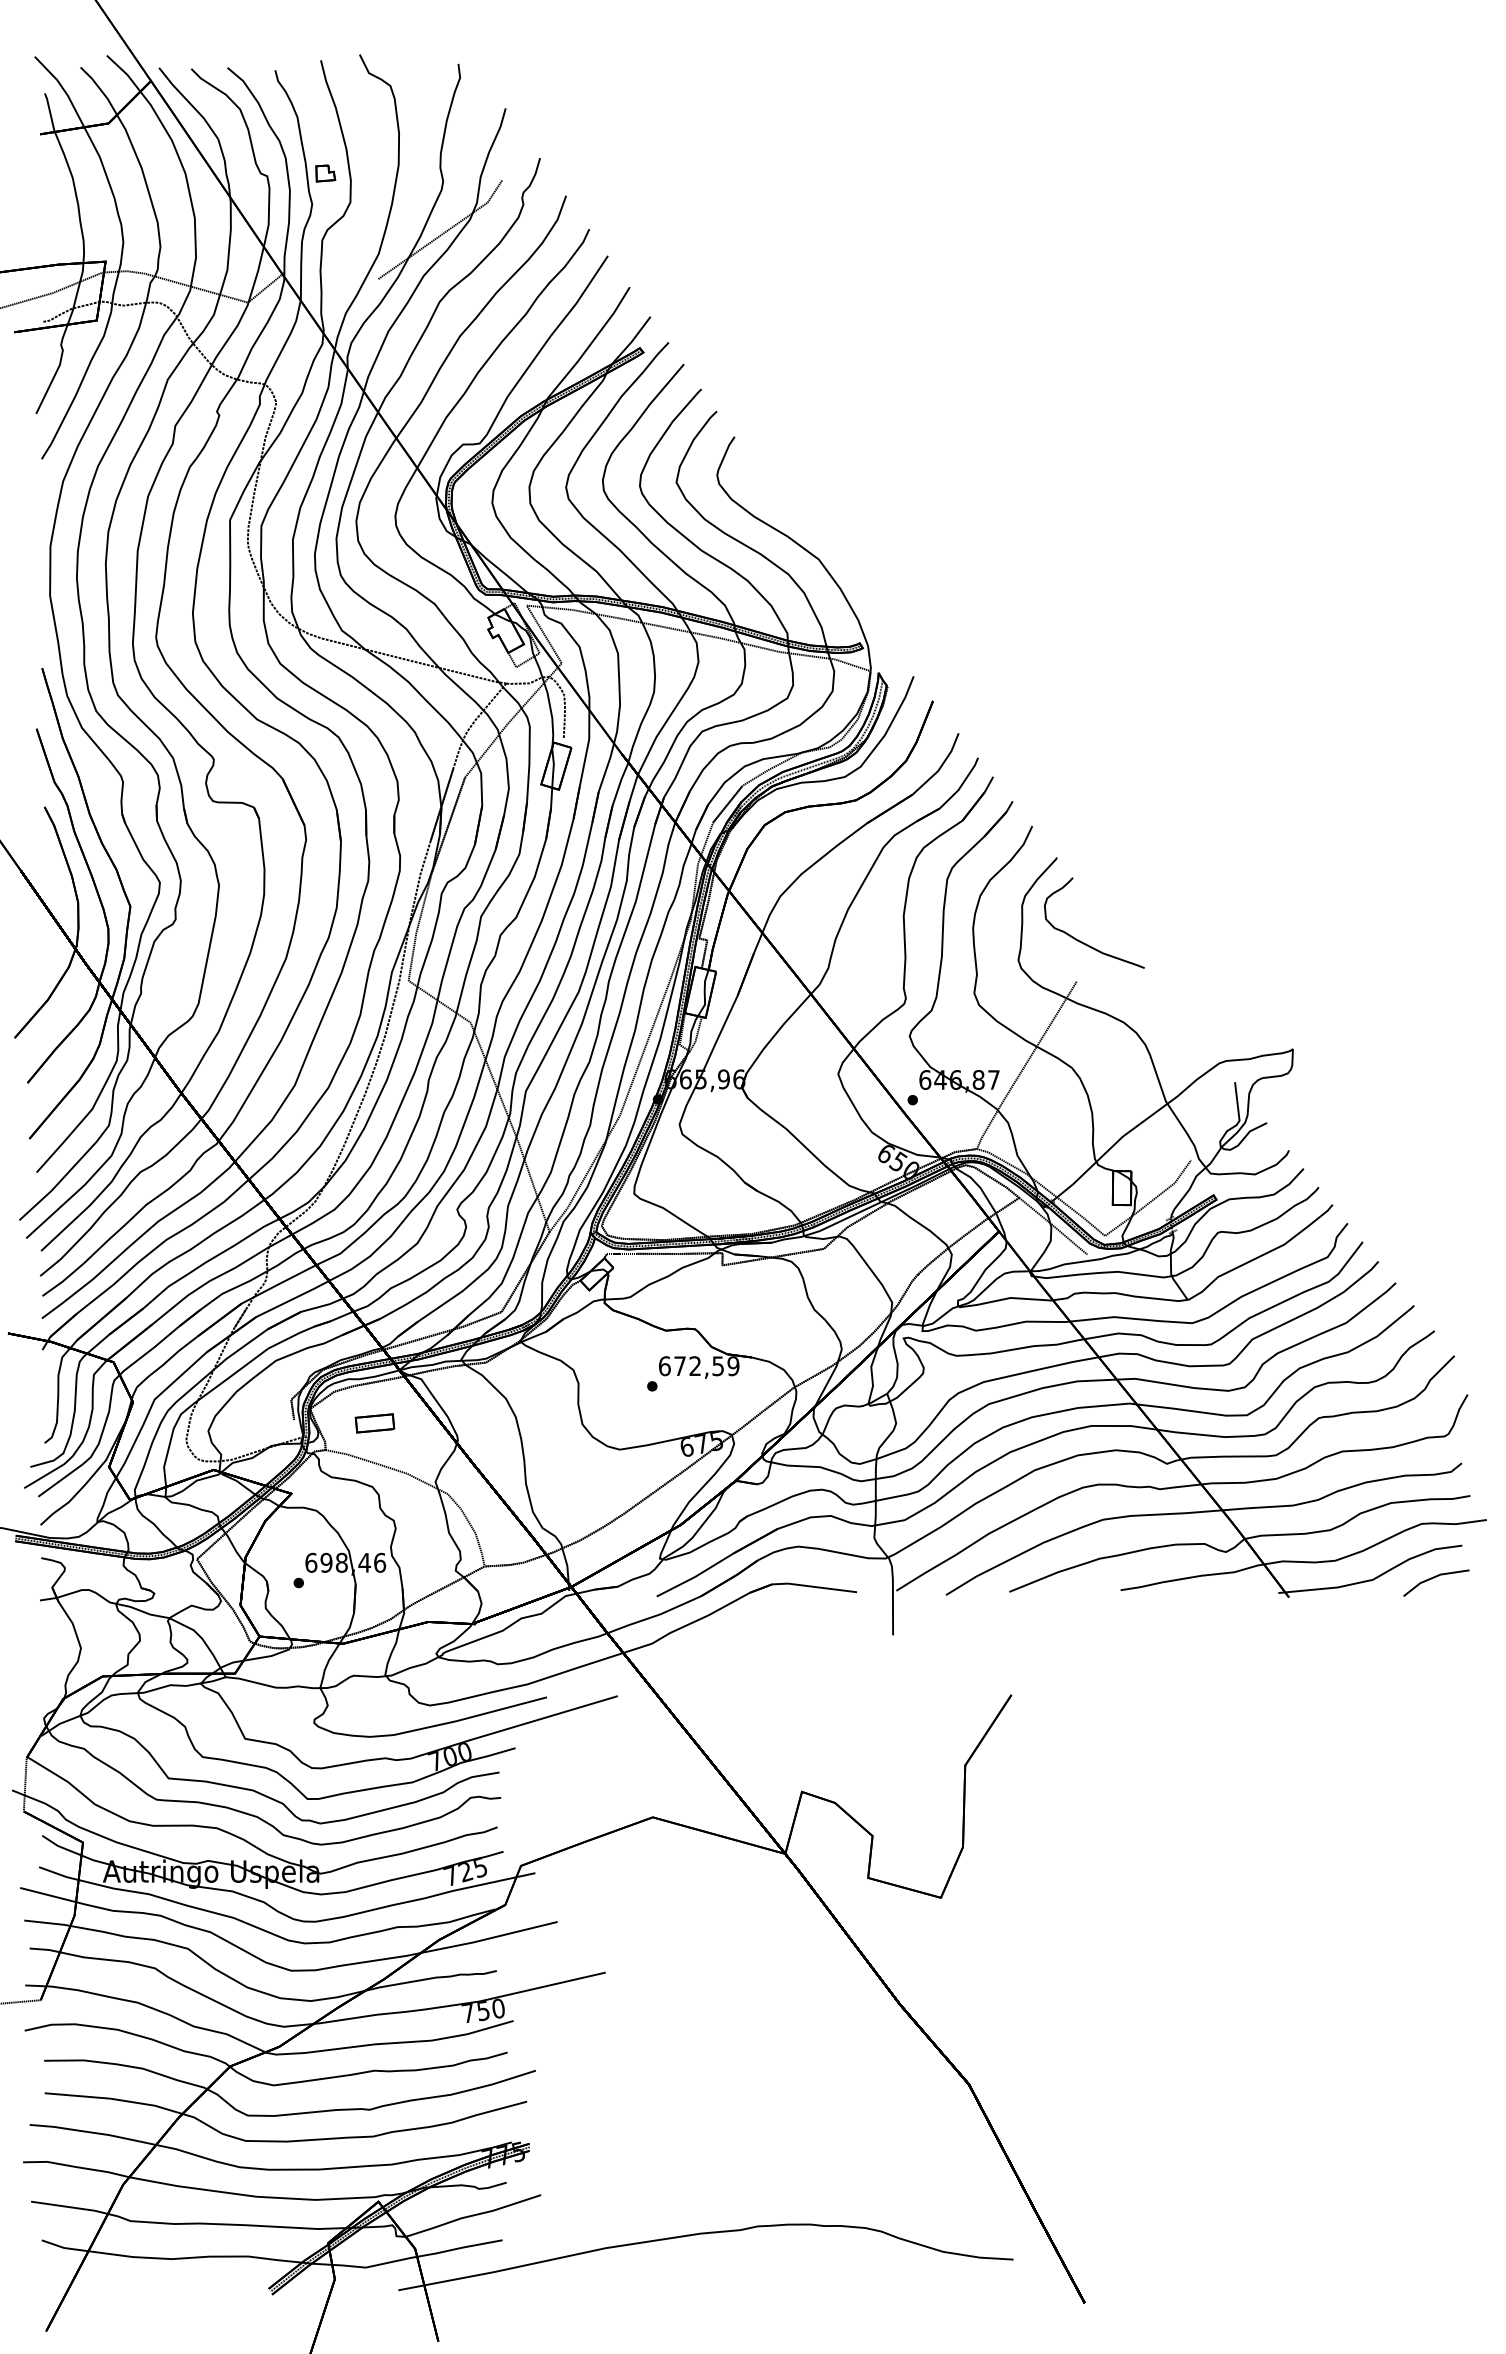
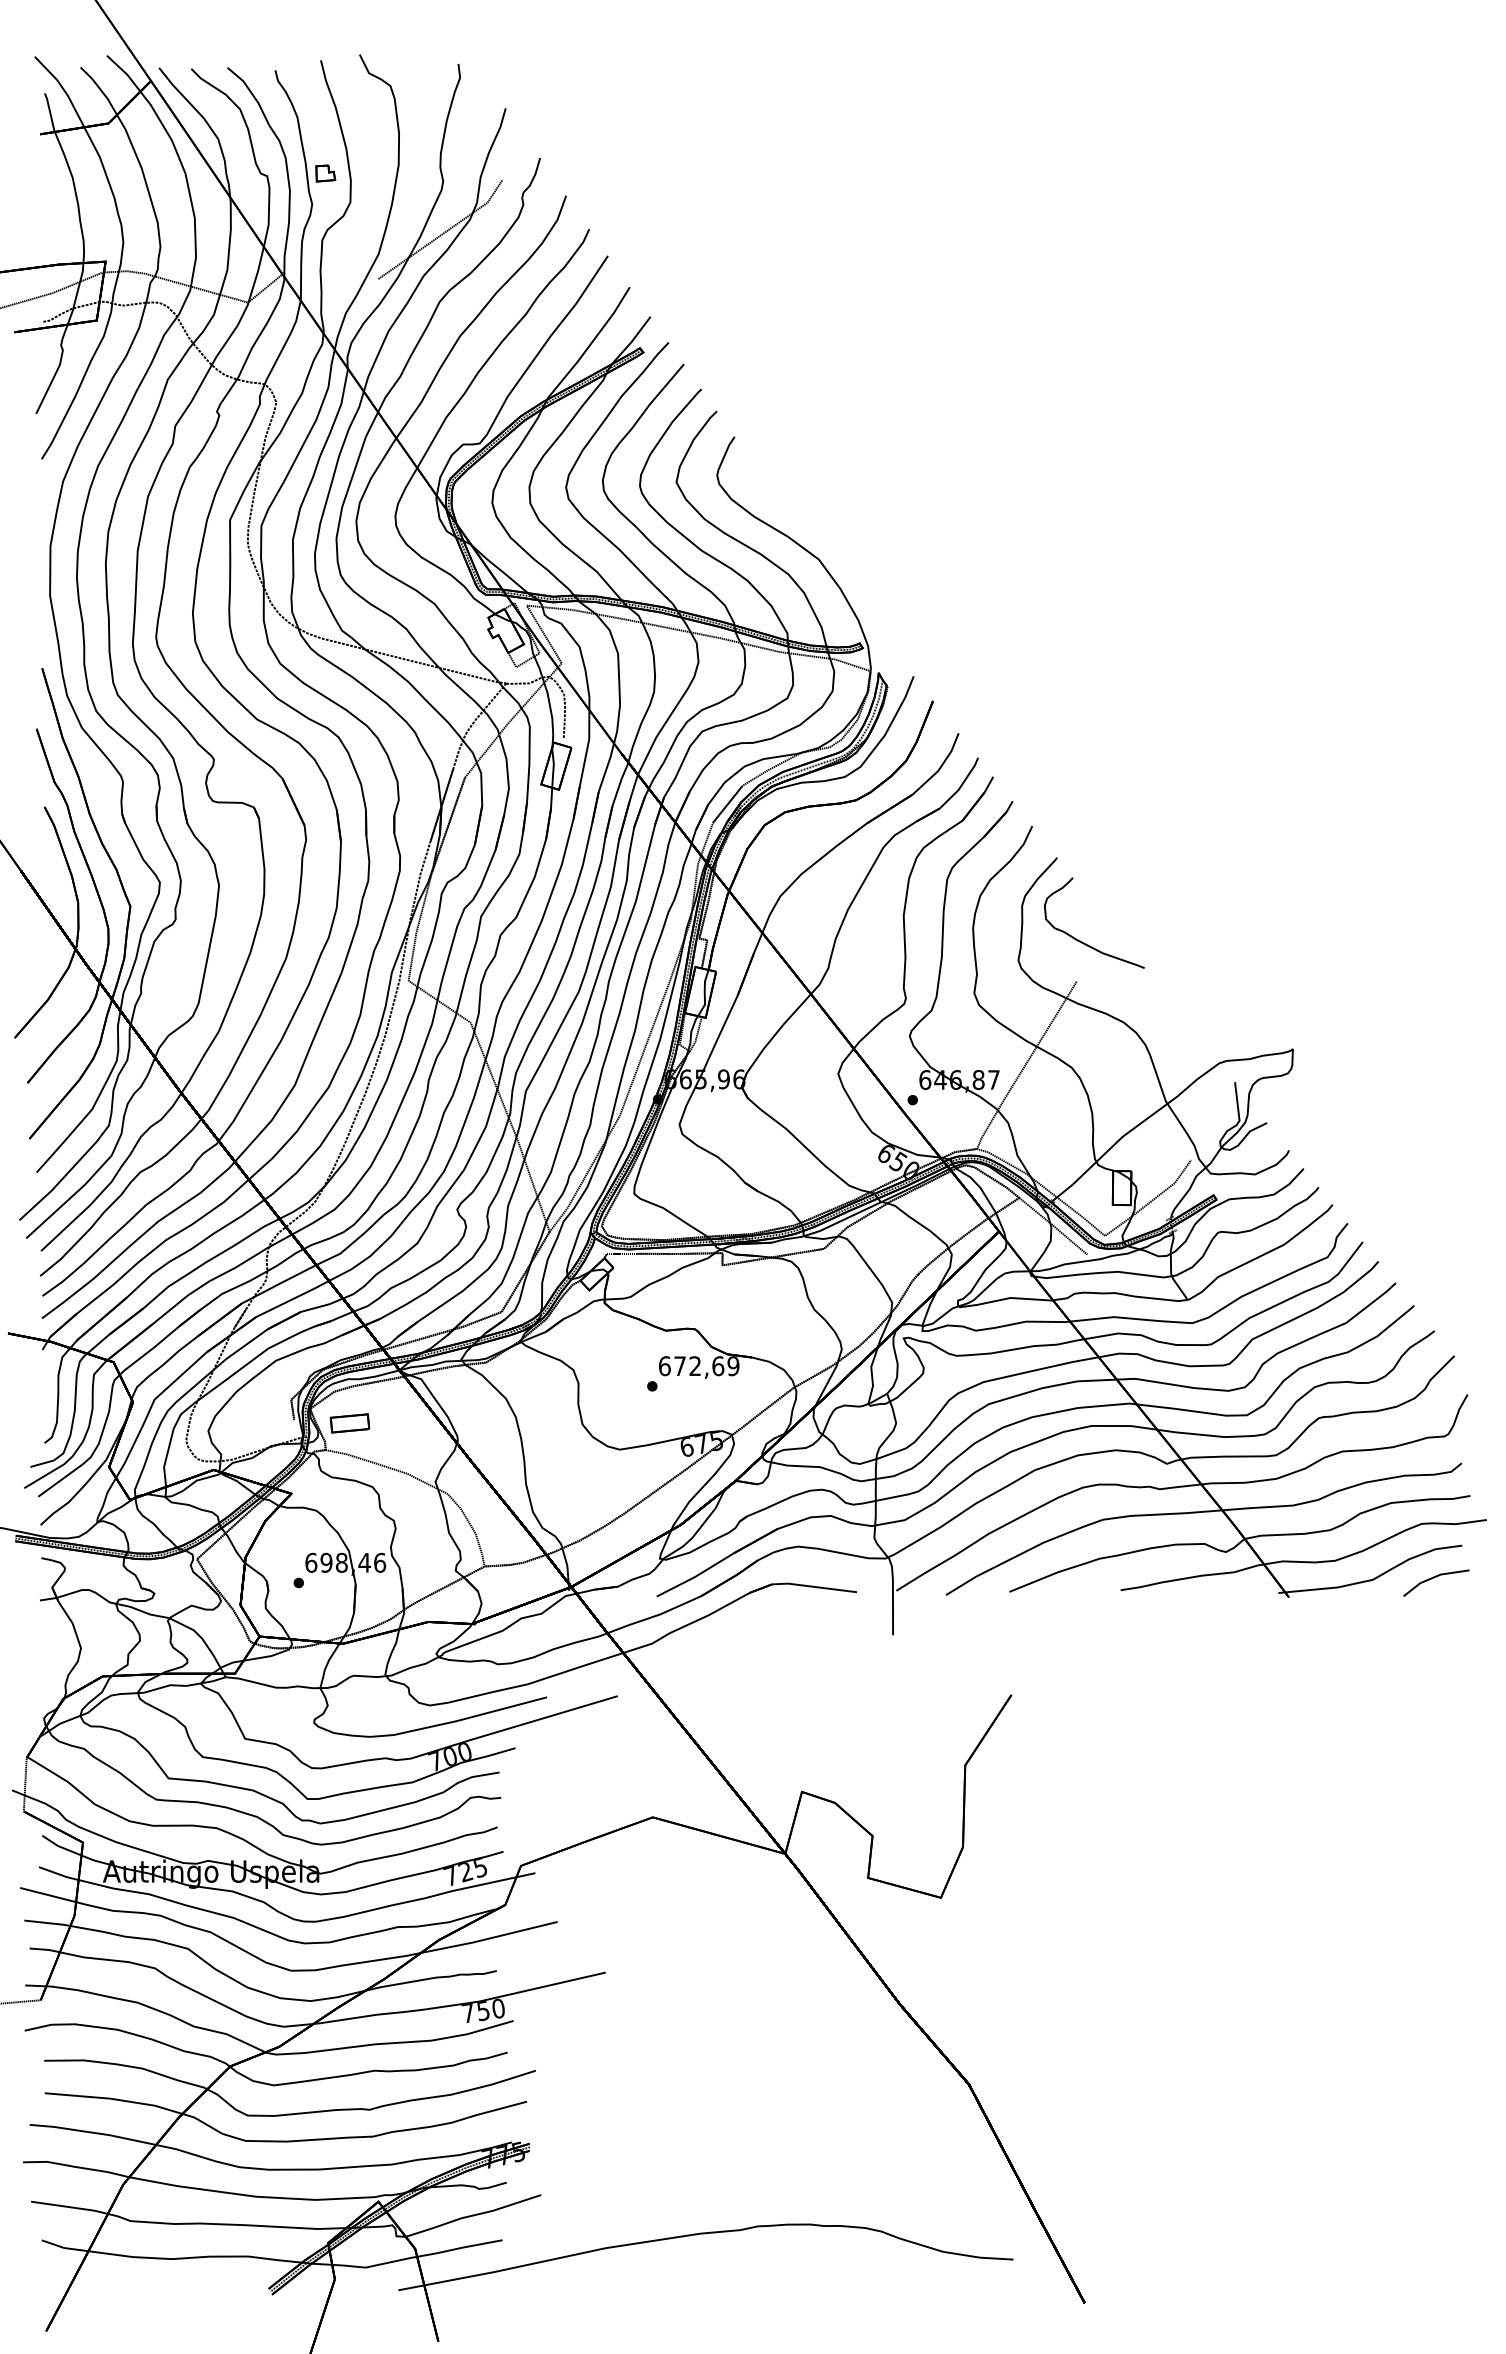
text at (718, 1366): 672,59 -> 672,69
part at (374, 1423) position: (374, 1423) -> (349, 1423)
